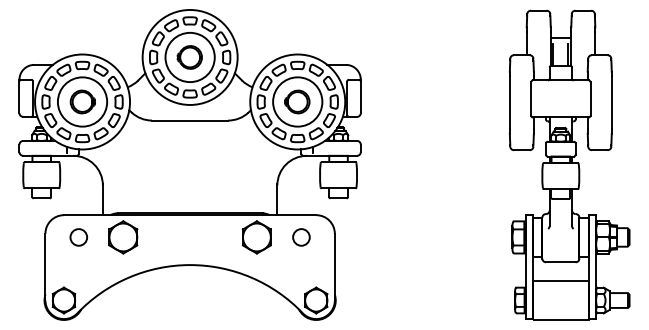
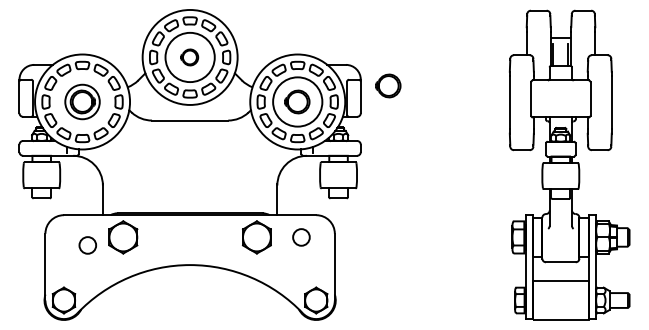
part at (189, 57) size: 27x25 px -> 20x19 px
part at (388, 85): none -> present
circle at (82, 101) diameter: 49 px -> 34 px
circle at (78, 237) position: (78, 237) -> (87, 245)
